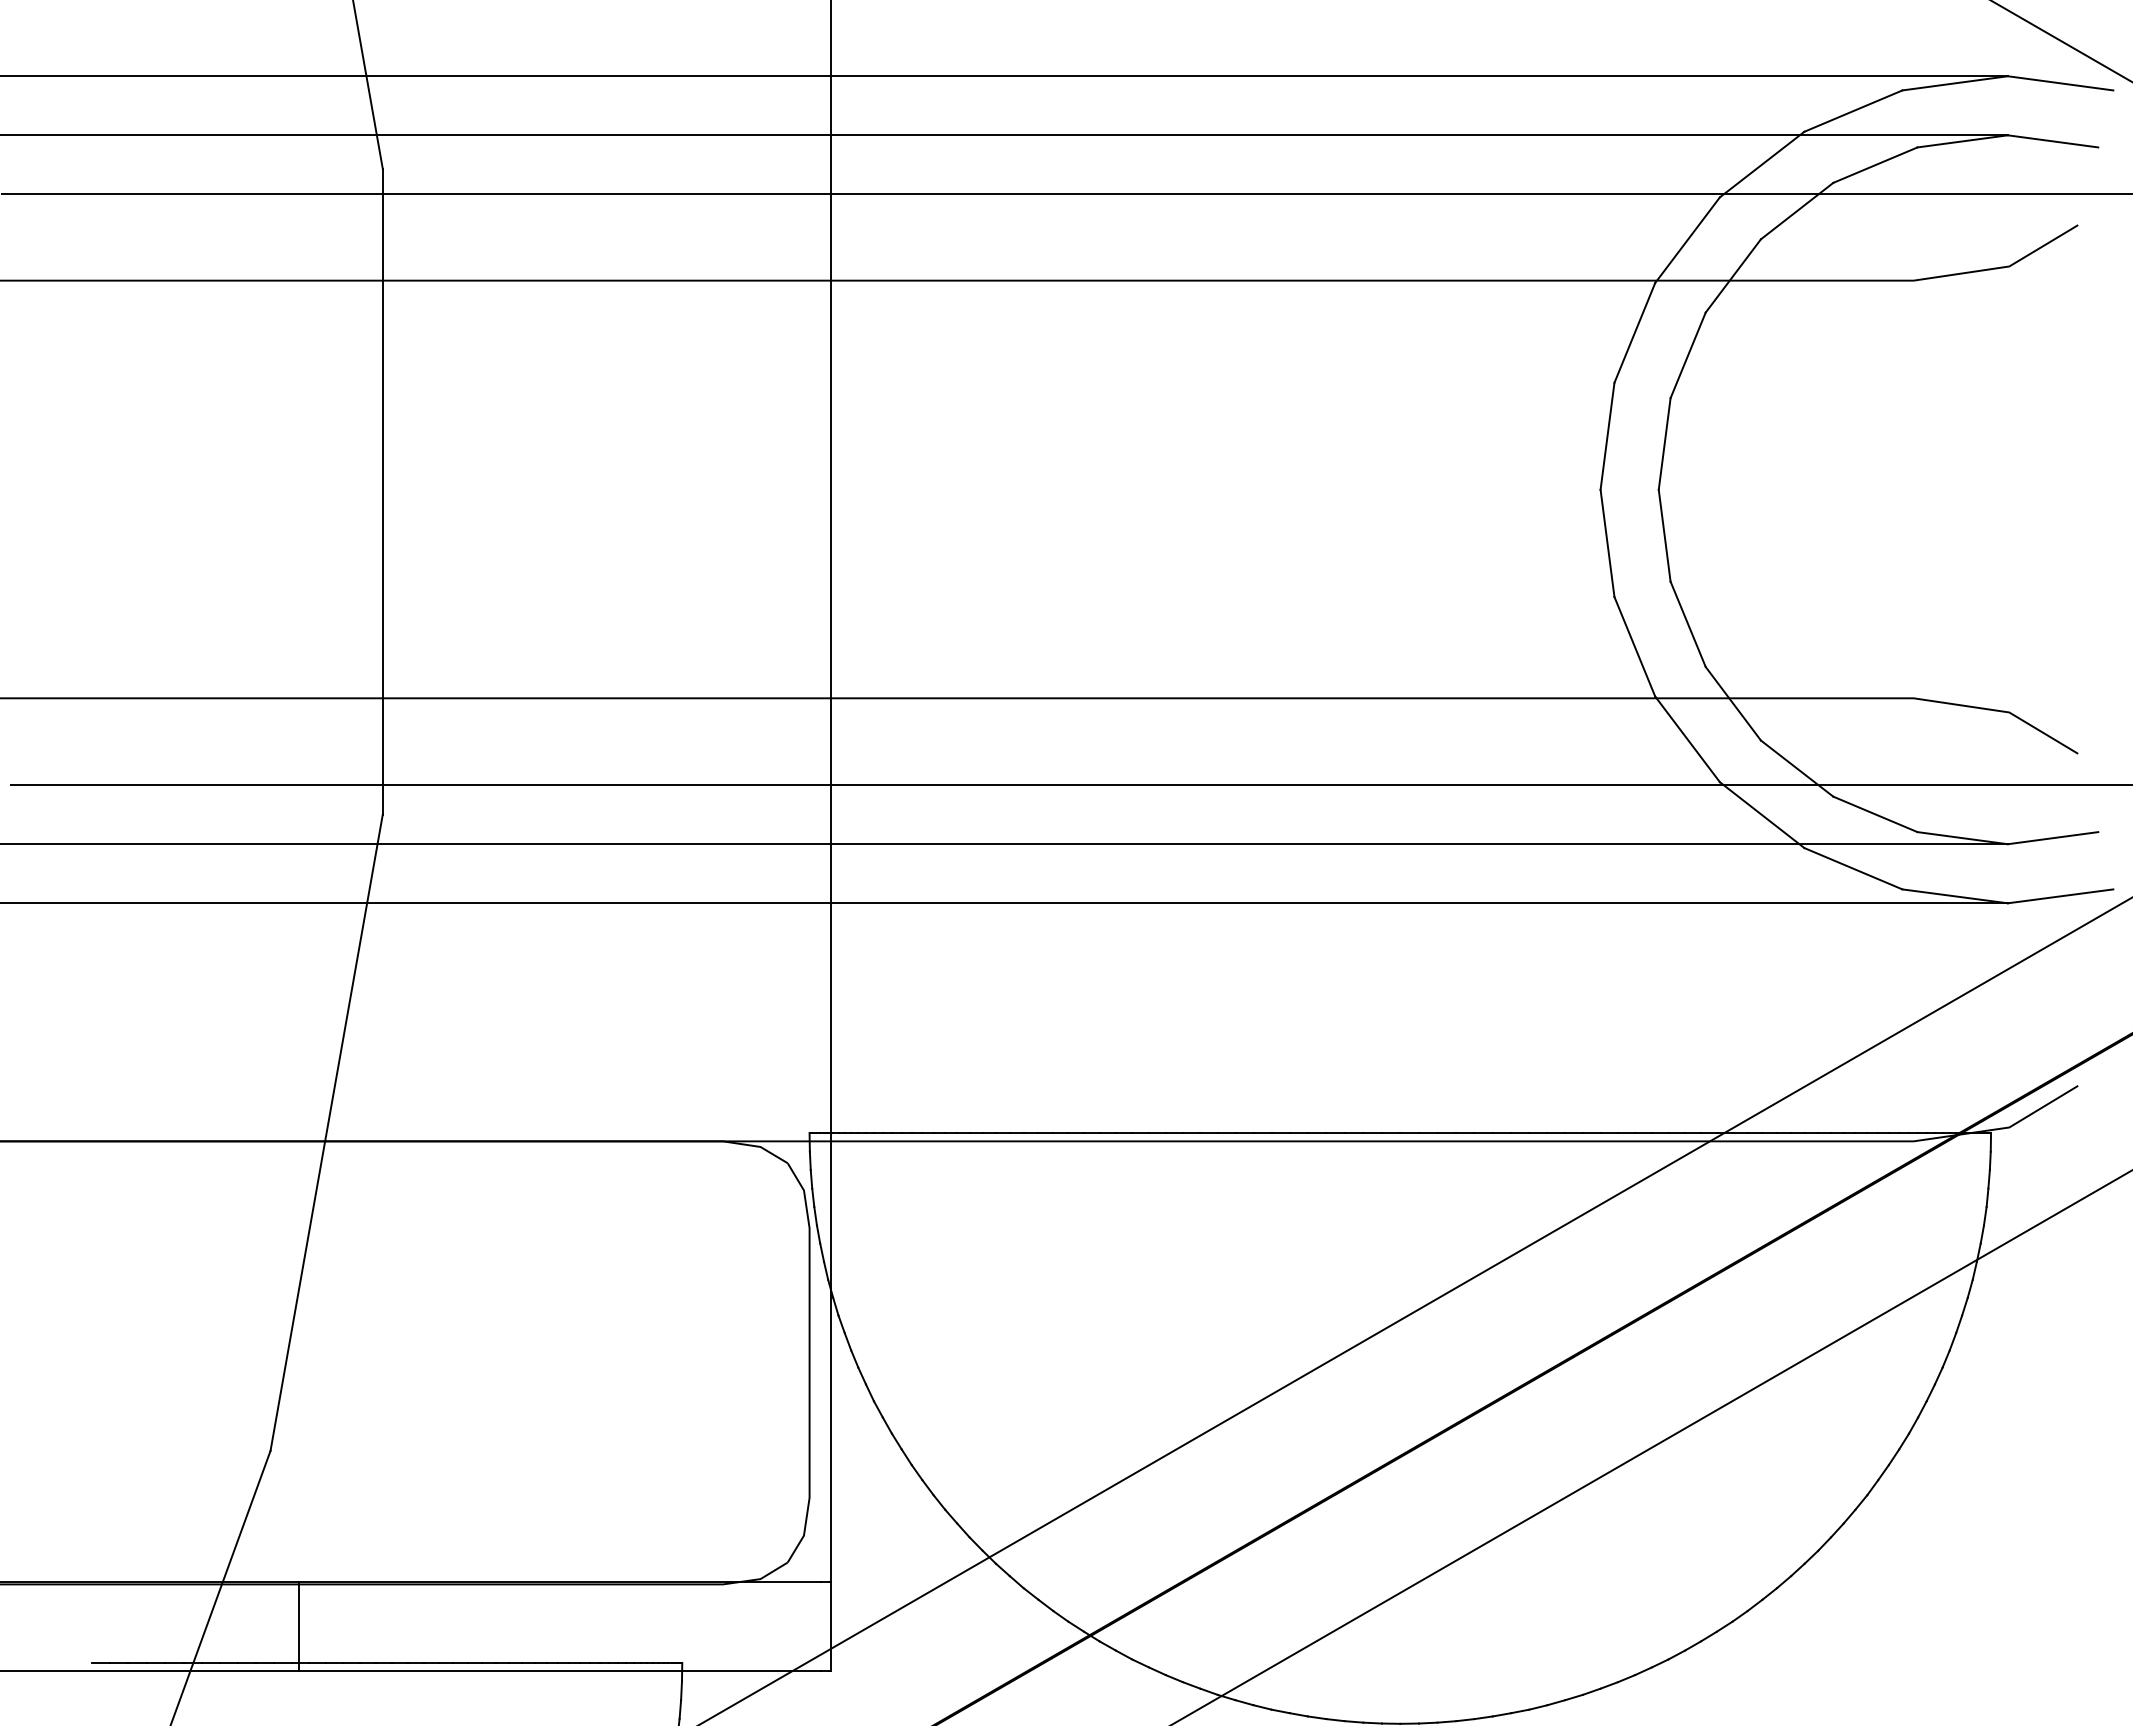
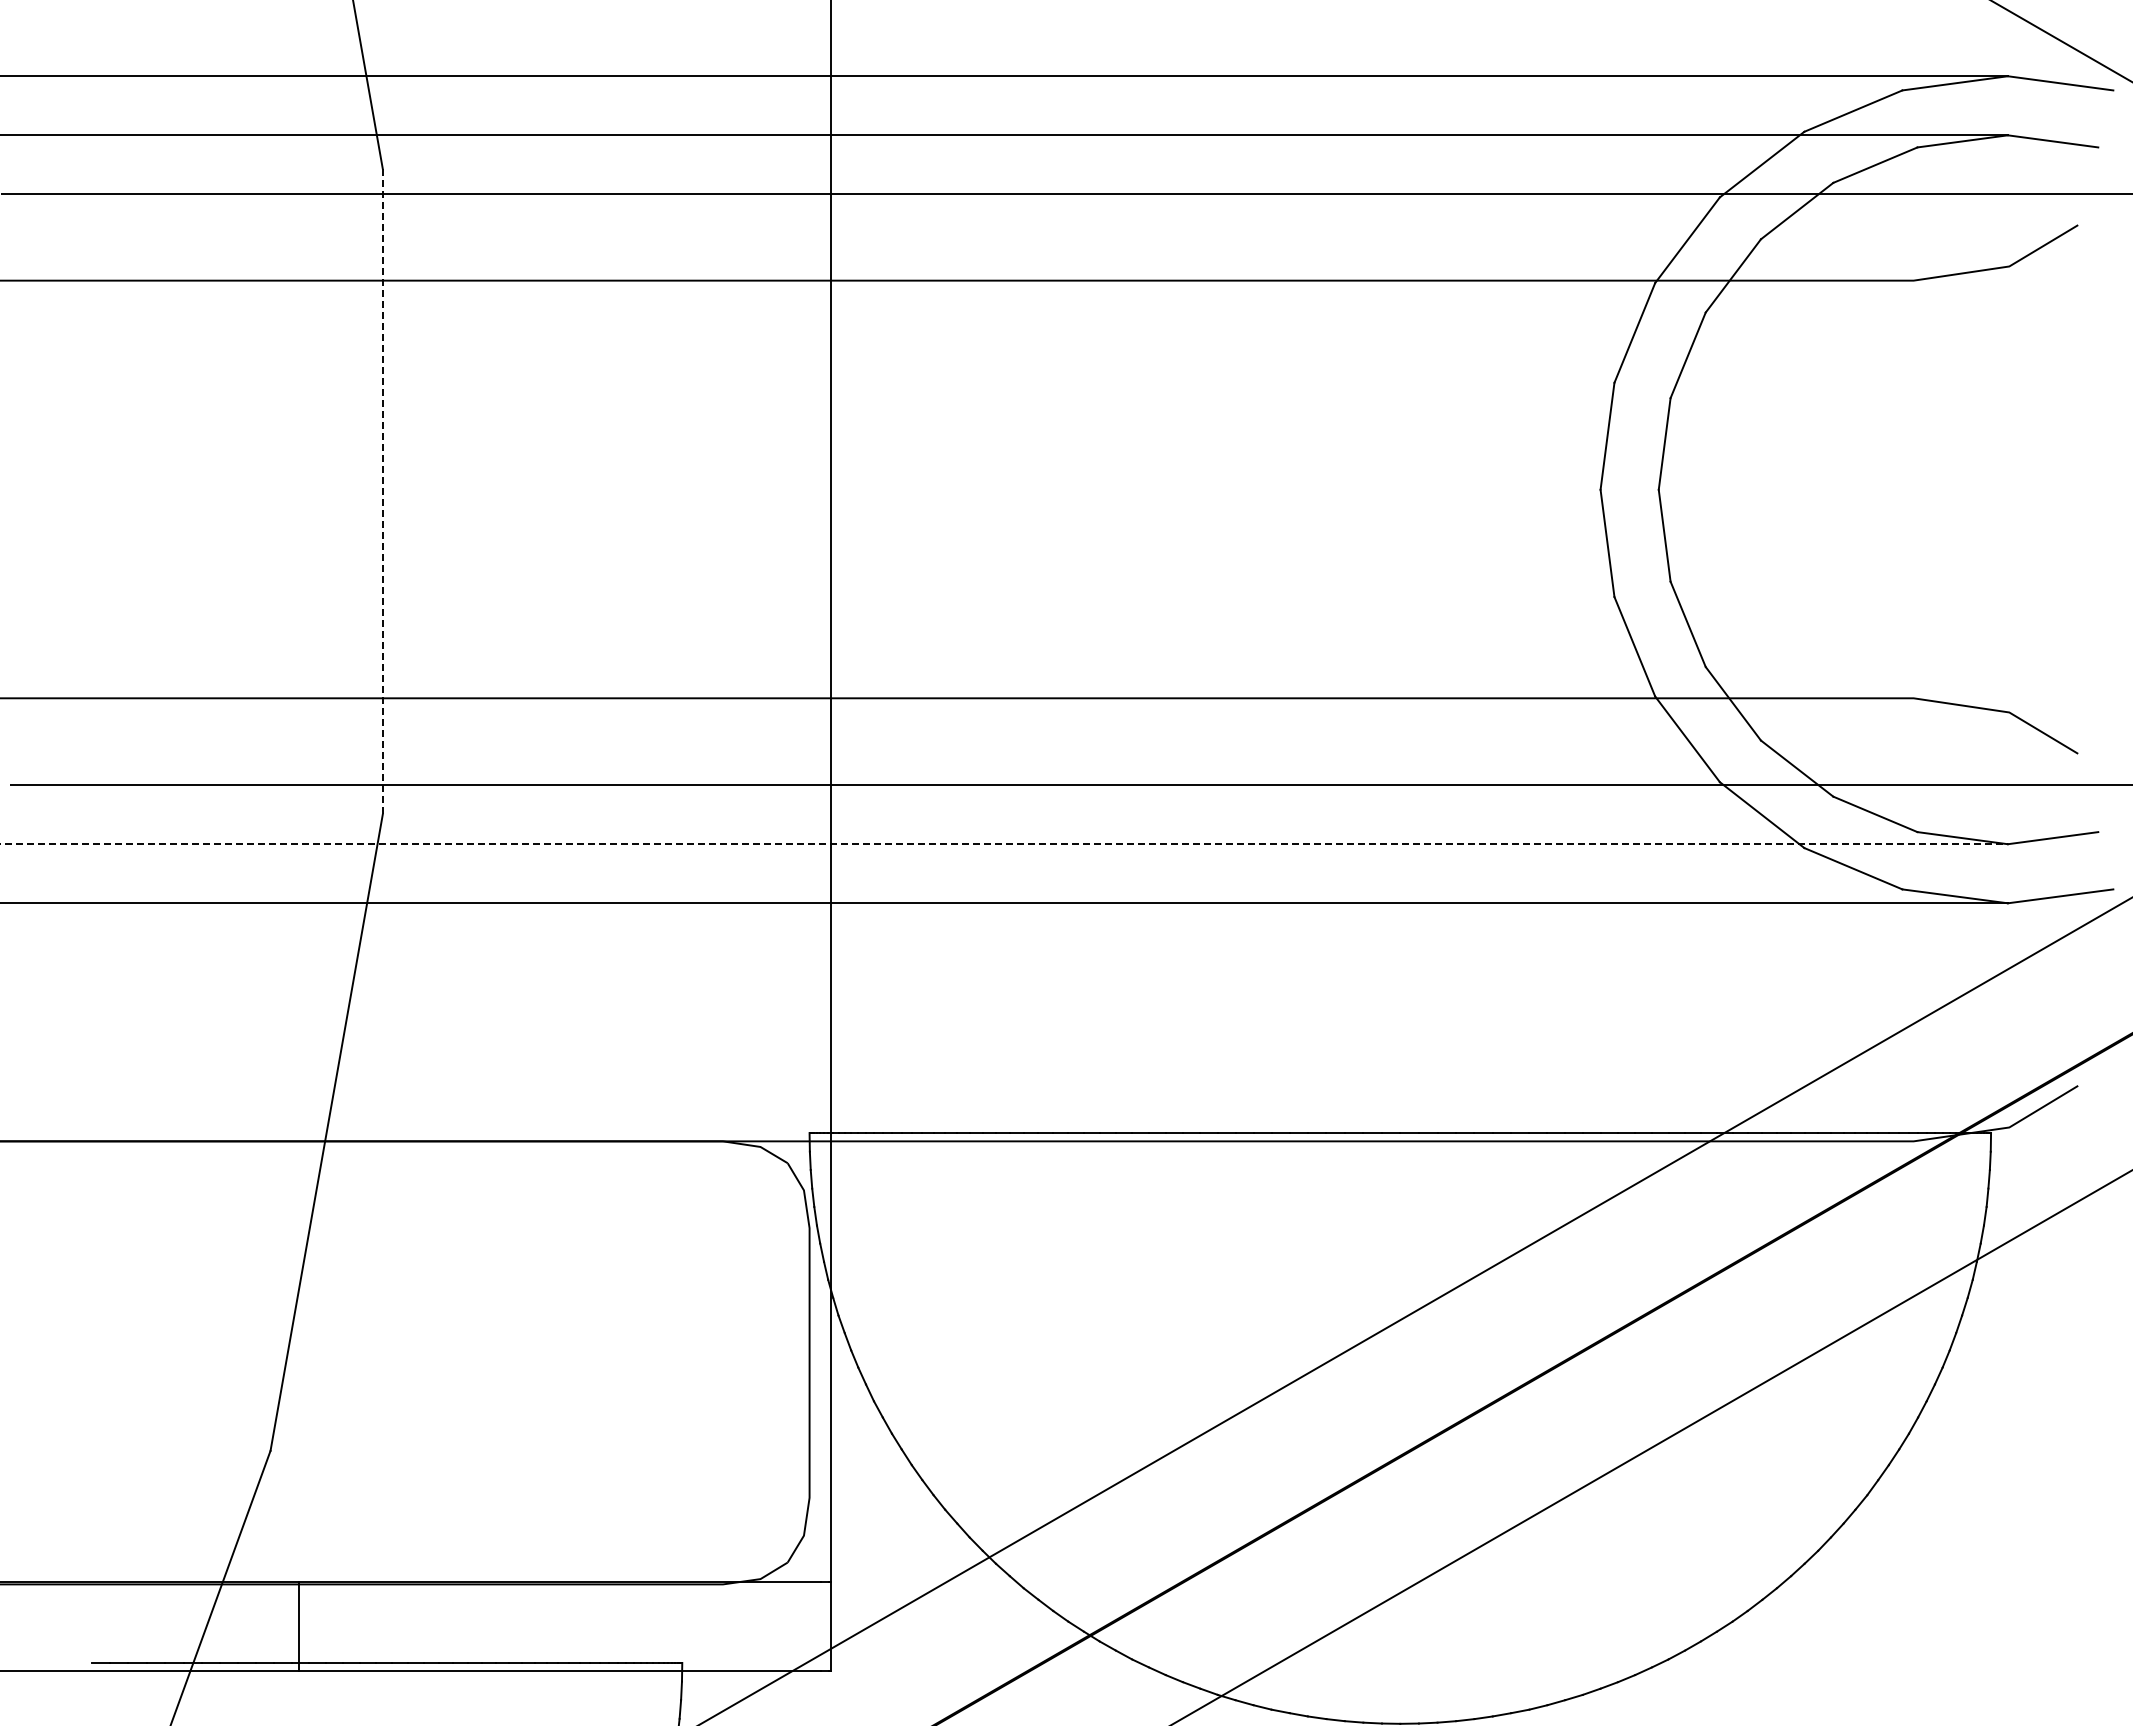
line at (382, 491): solid -> dashed
line at (1003, 844): solid -> dashed
